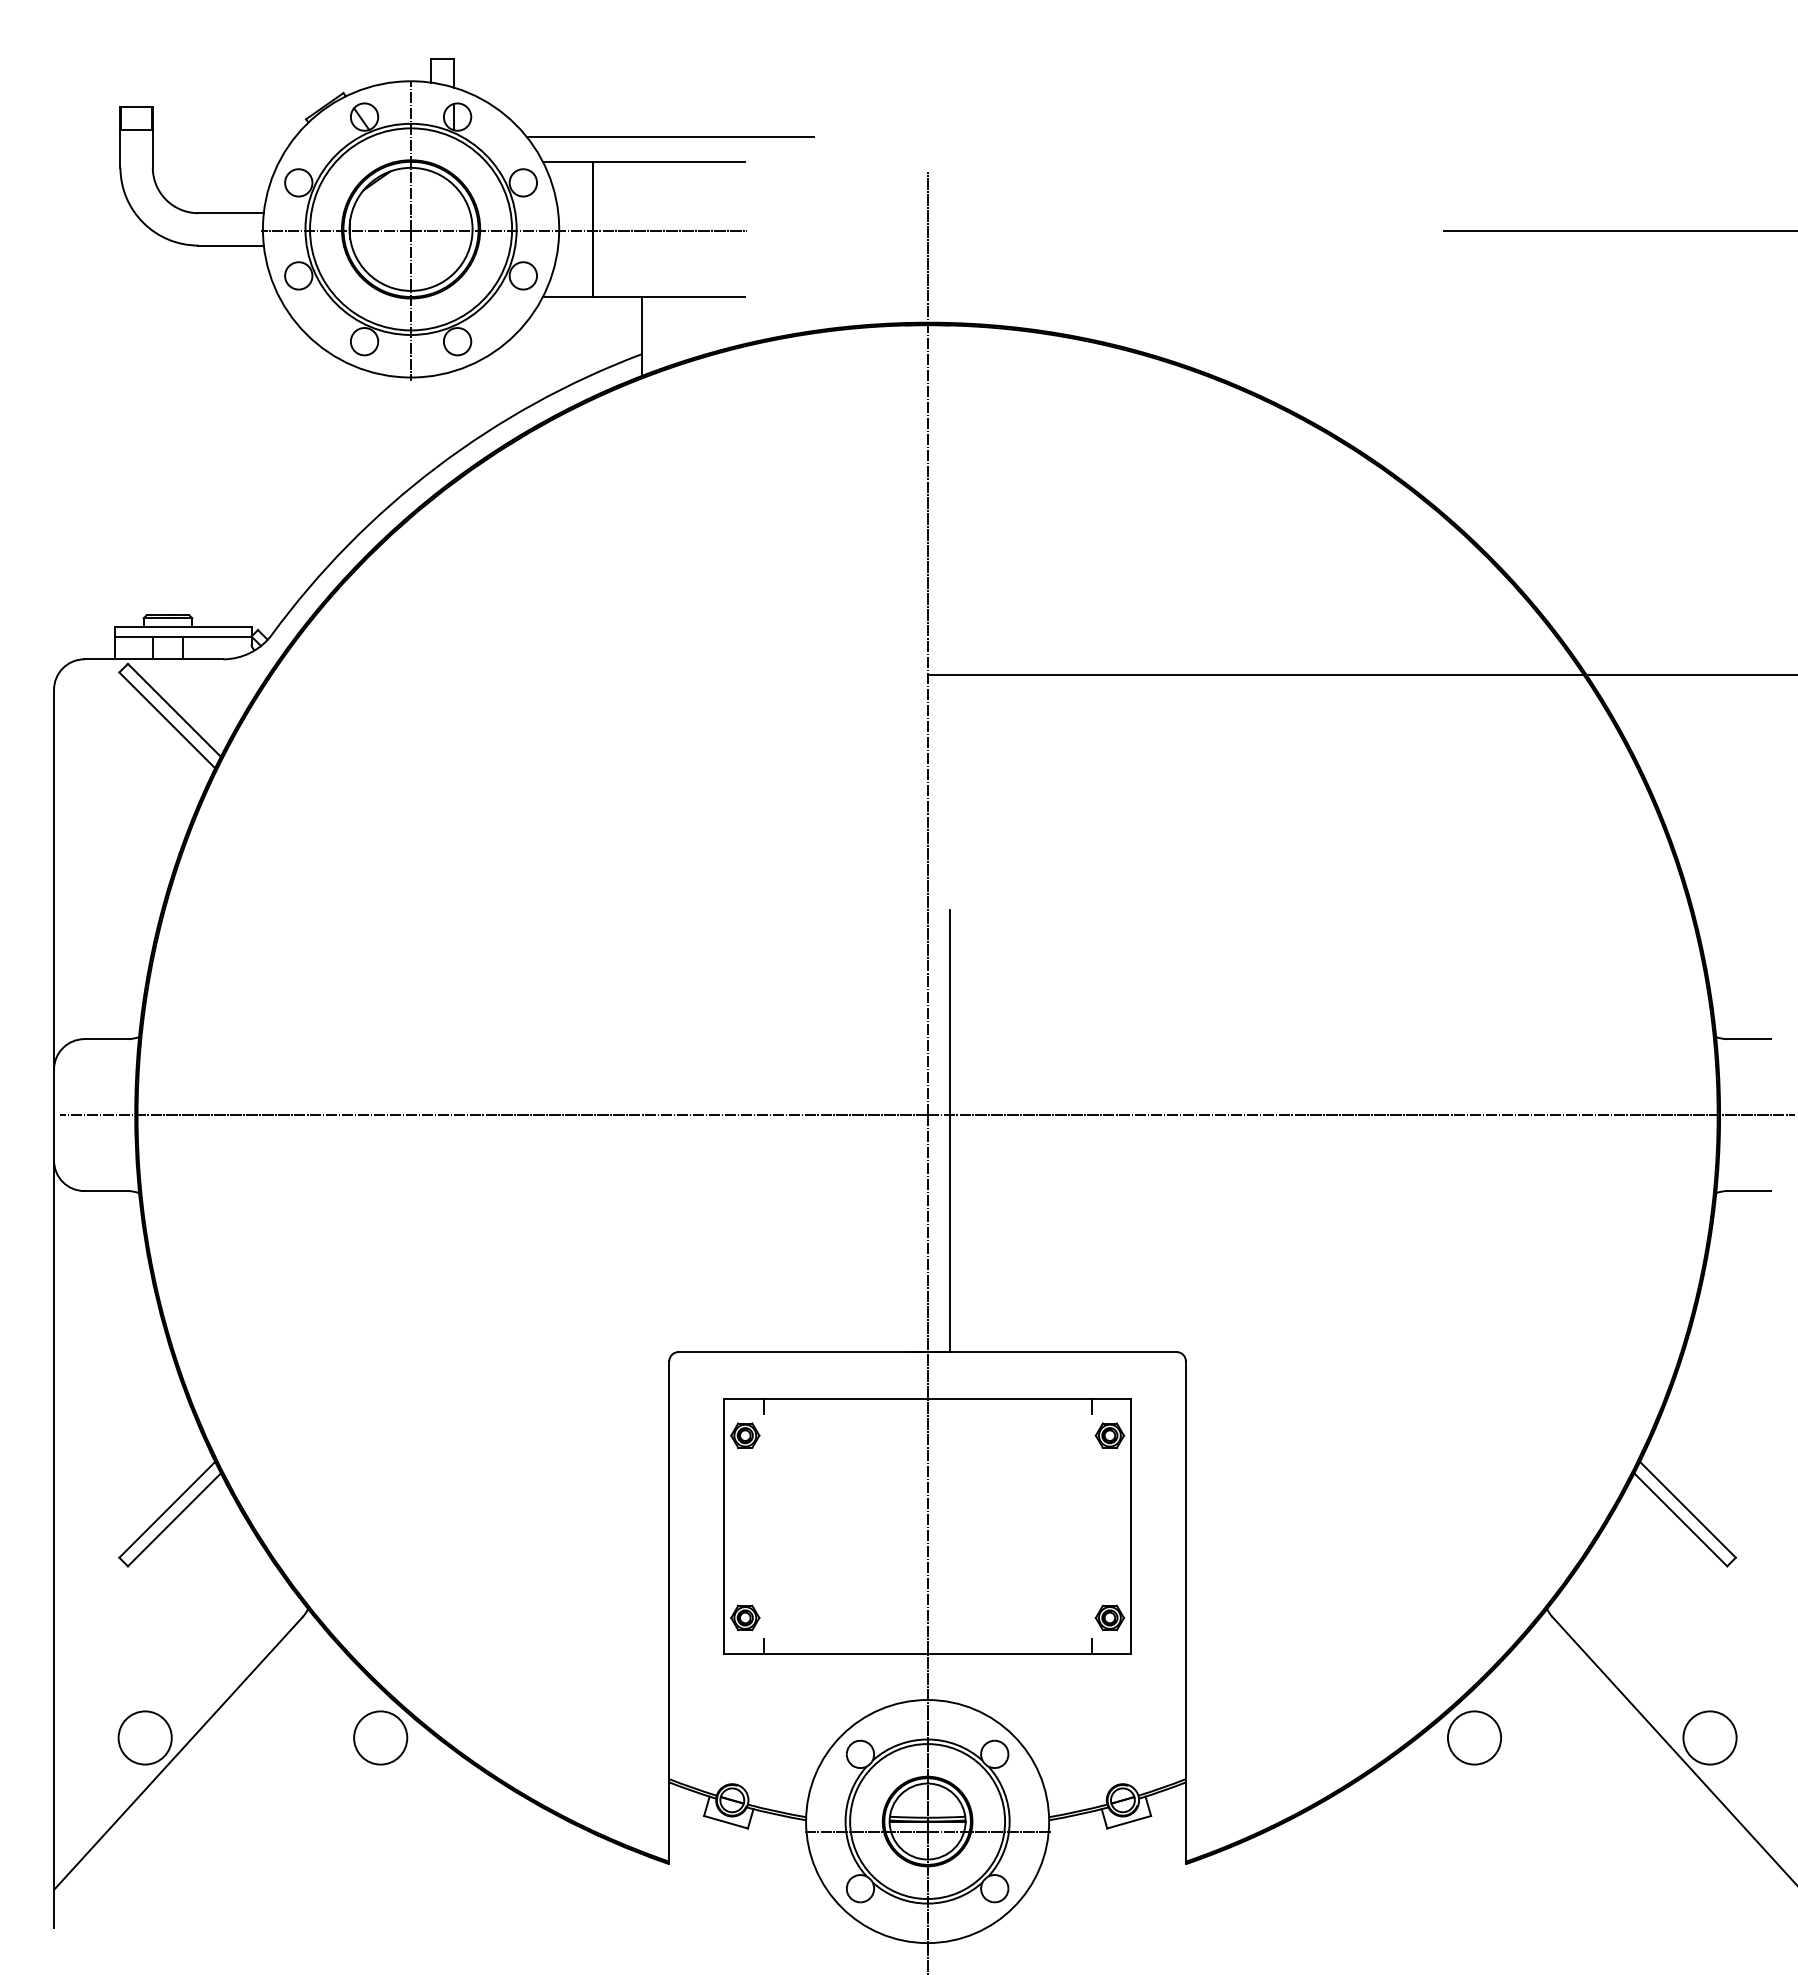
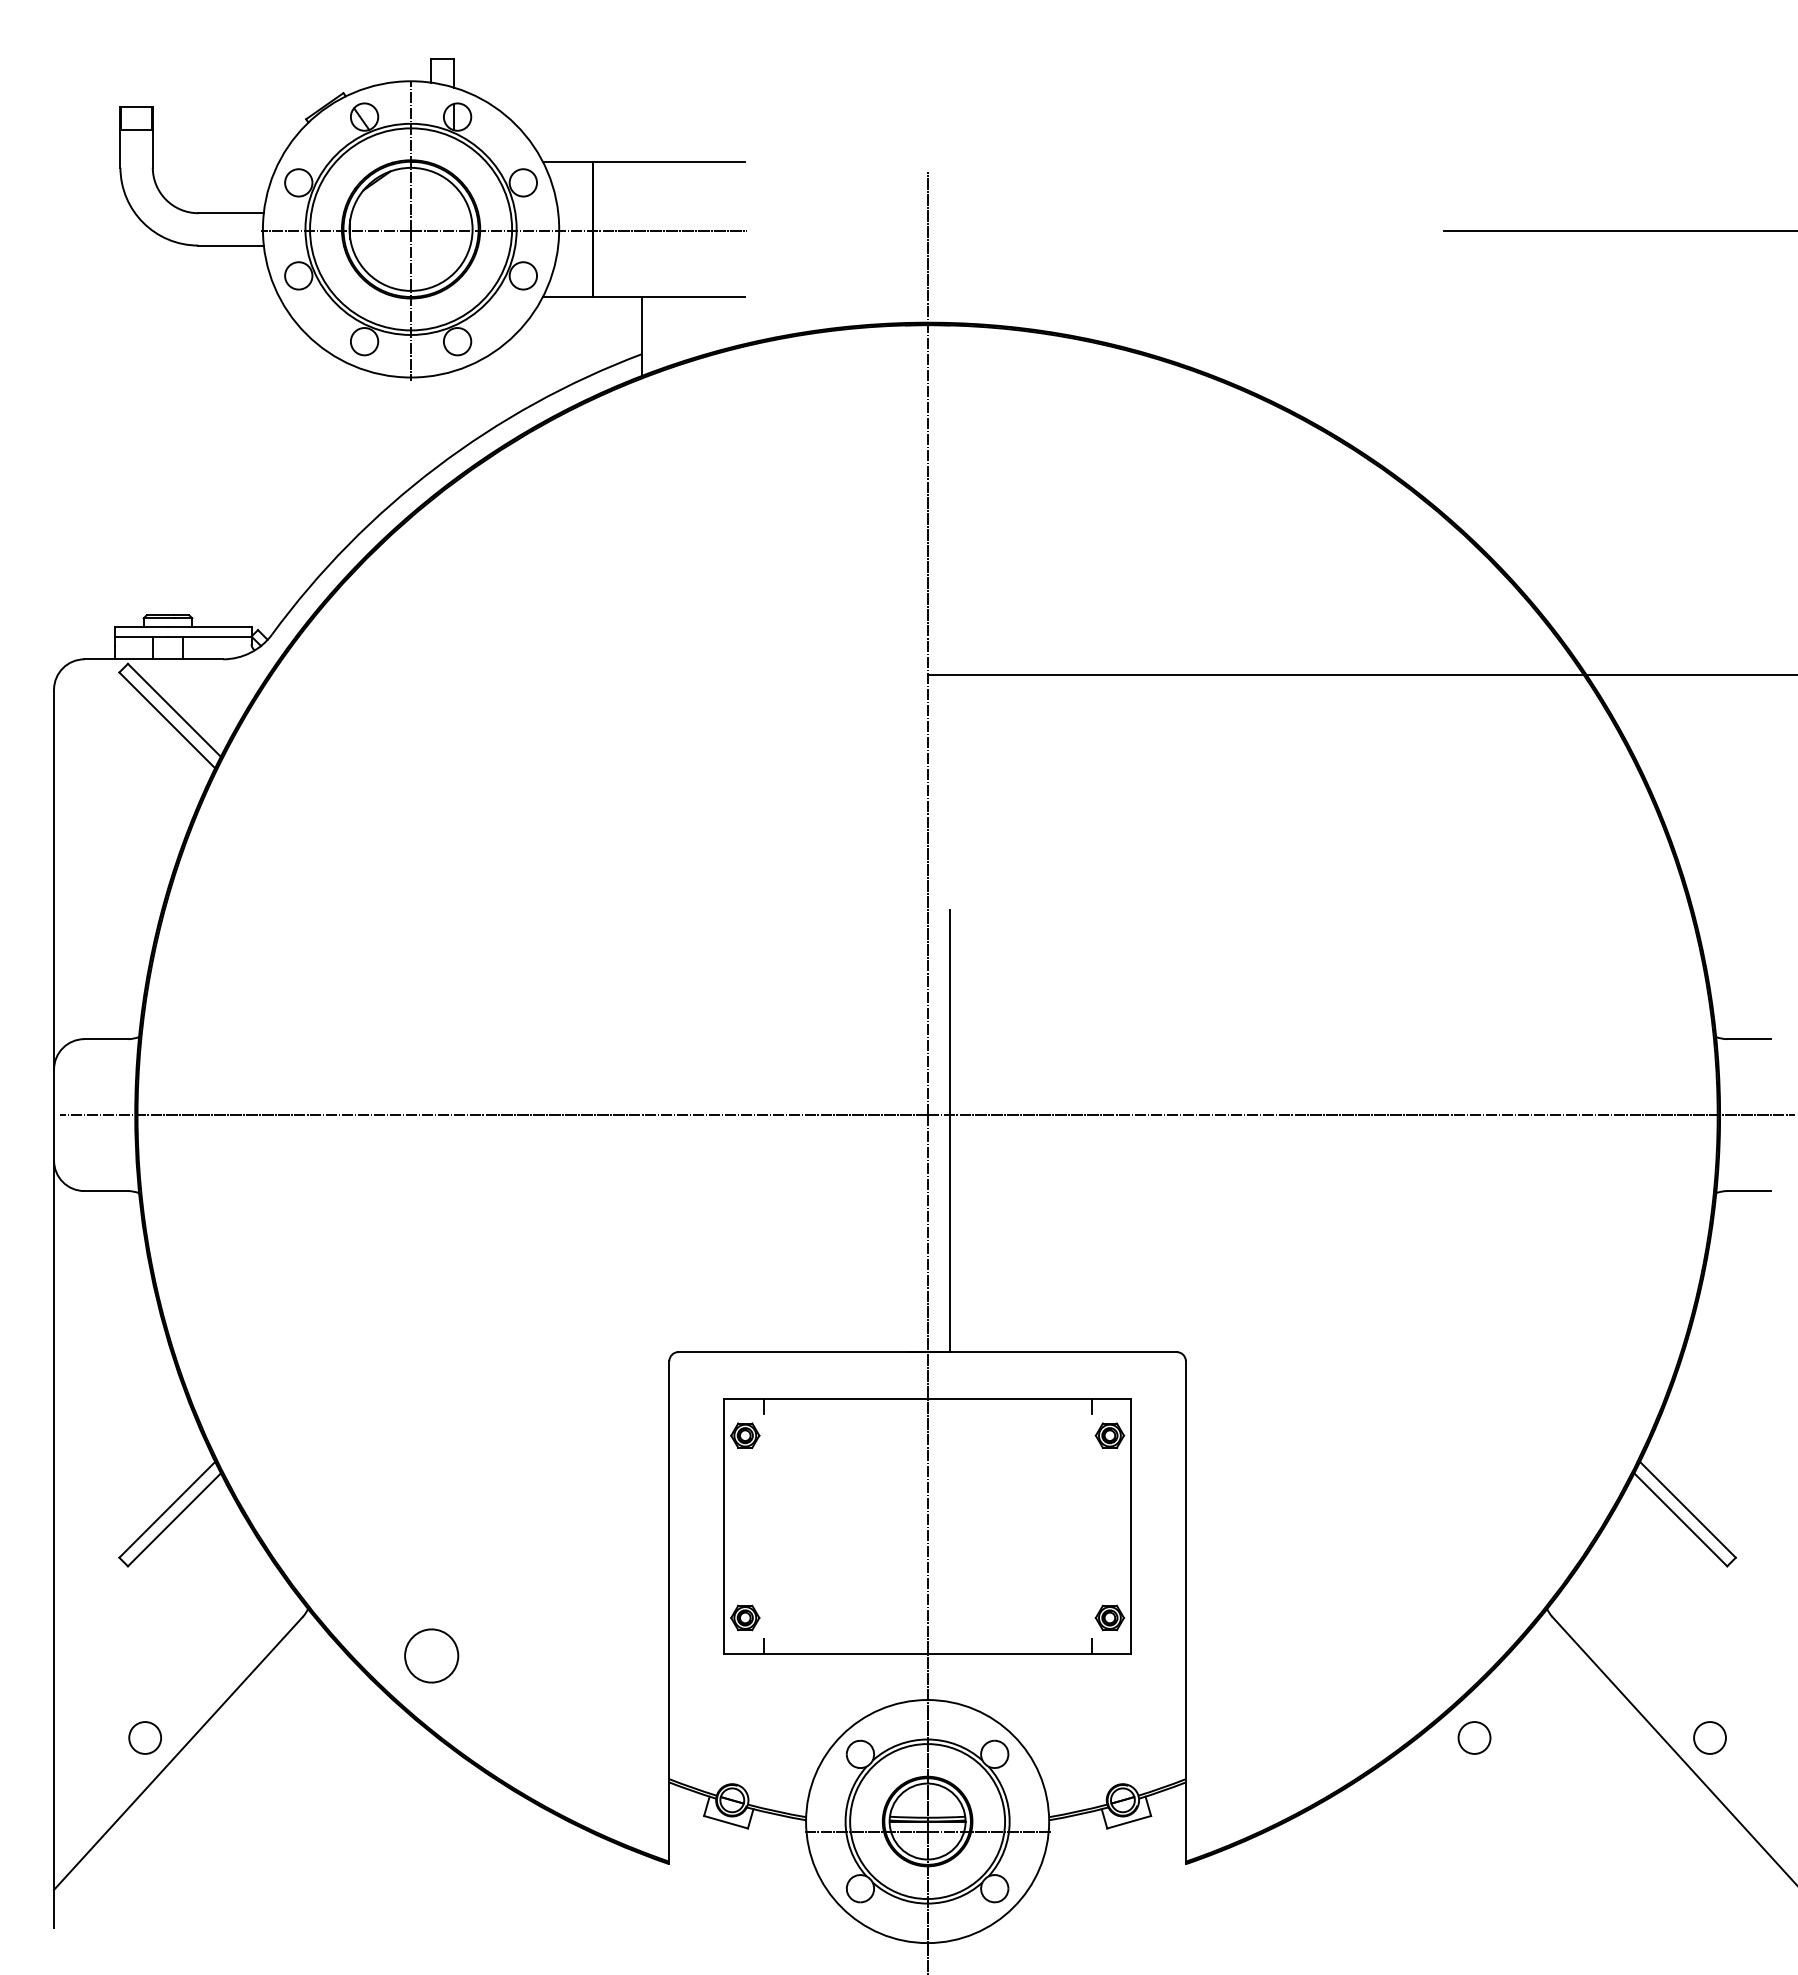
line at (670, 137): present -> none
circle at (144, 1737) diameter: 53 px -> 32 px
circle at (380, 1737) position: (380, 1737) -> (431, 1655)
circle at (1474, 1737) diameter: 53 px -> 32 px
circle at (1709, 1737) diameter: 53 px -> 32 px
